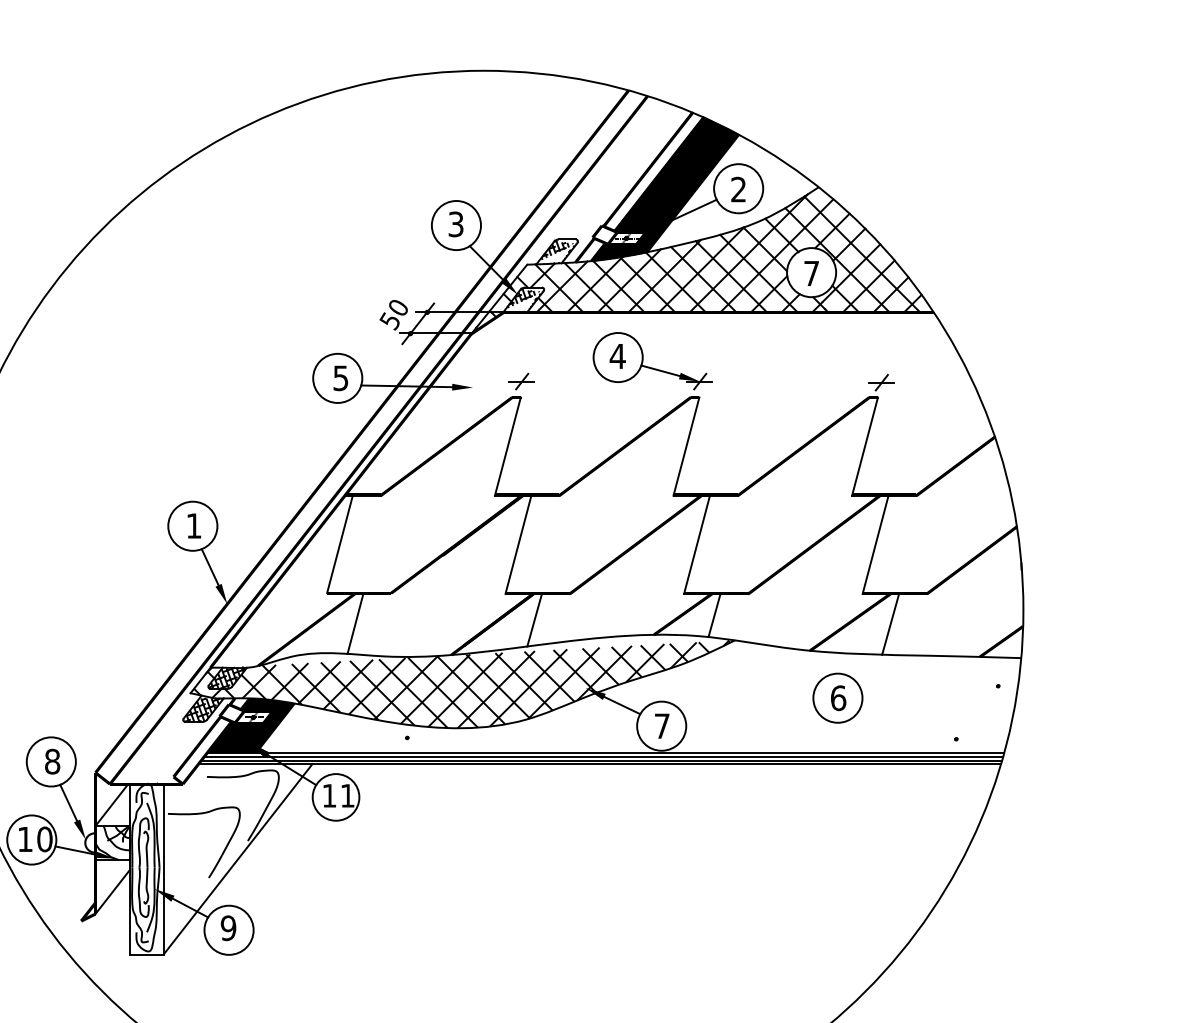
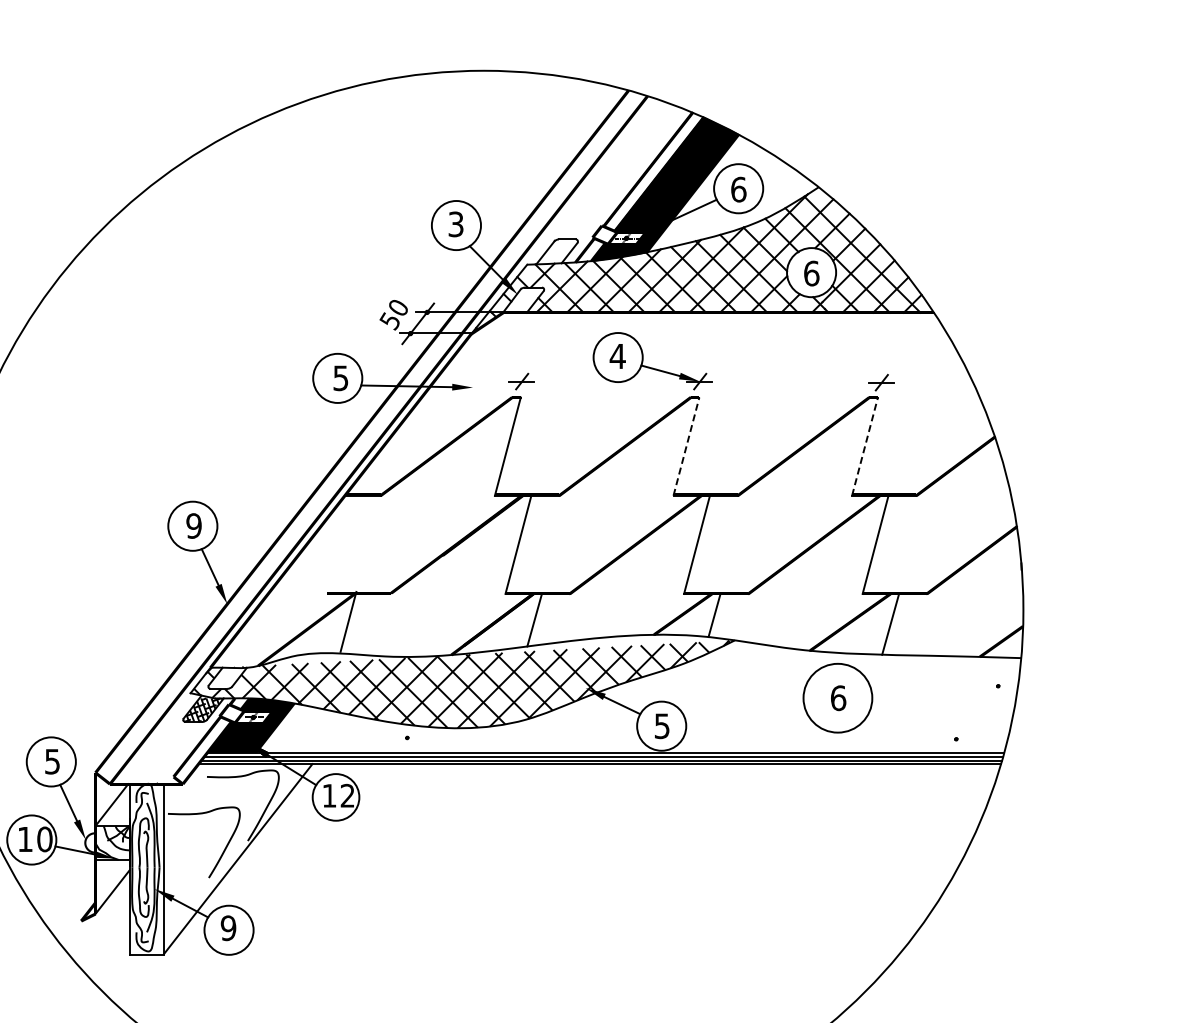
text at (738, 189): 2 -> 6
hatch at (557, 252): present -> none
text at (811, 273): 7 -> 6
hatch at (525, 298): present -> none
line at (686, 446): solid -> dashed
line at (865, 446): solid -> dashed
text at (193, 525): 1 -> 9
line at (340, 543): present -> none
line at (355, 623) position: (355, 623) -> (348, 621)
hatch at (226, 677): present -> none
circle at (837, 697) diameter: 49 px -> 69 px
text at (662, 726): 7 -> 5
text at (52, 761): 8 -> 5
text at (347, 795): 11 -> 12
